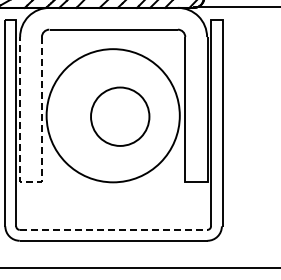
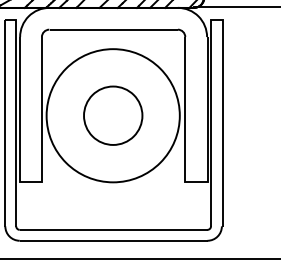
part at (120, 116) position: (120, 116) -> (113, 115)
line at (31, 182): dashed -> solid
line at (114, 229): dashed -> solid
line at (139, 267) position: (139, 267) -> (139, 258)
